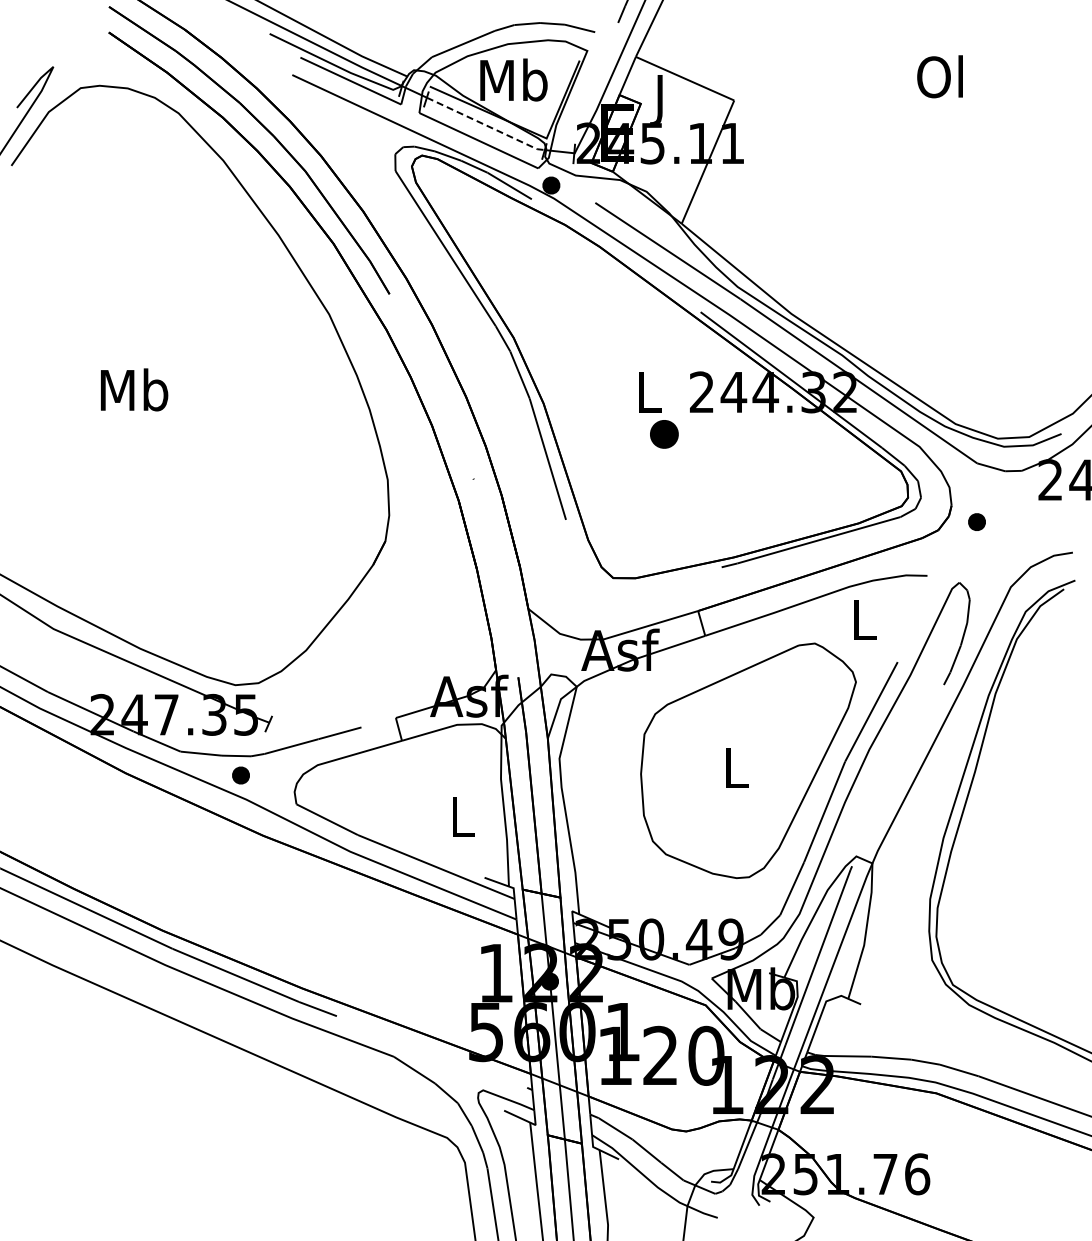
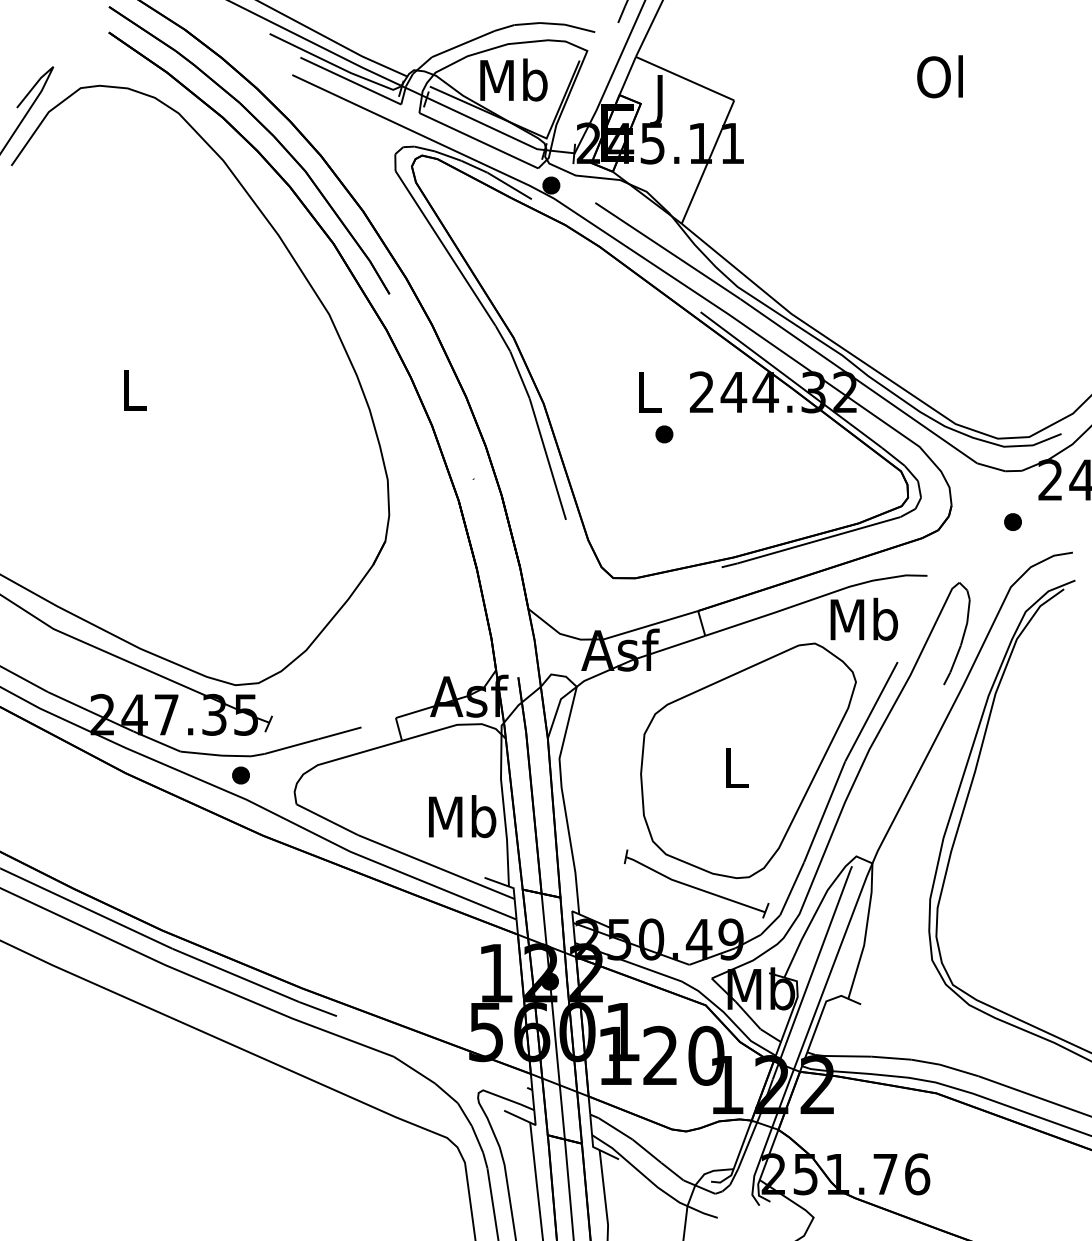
line at (486, 125): dashed -> solid
text at (134, 389): Mb -> L
part at (664, 434) size: 29x29 px -> 19x19 px
part at (976, 521) position: (976, 521) -> (1012, 521)
text at (864, 618): L -> Mb
text at (462, 816): L -> Mb
part at (696, 883): none -> present
